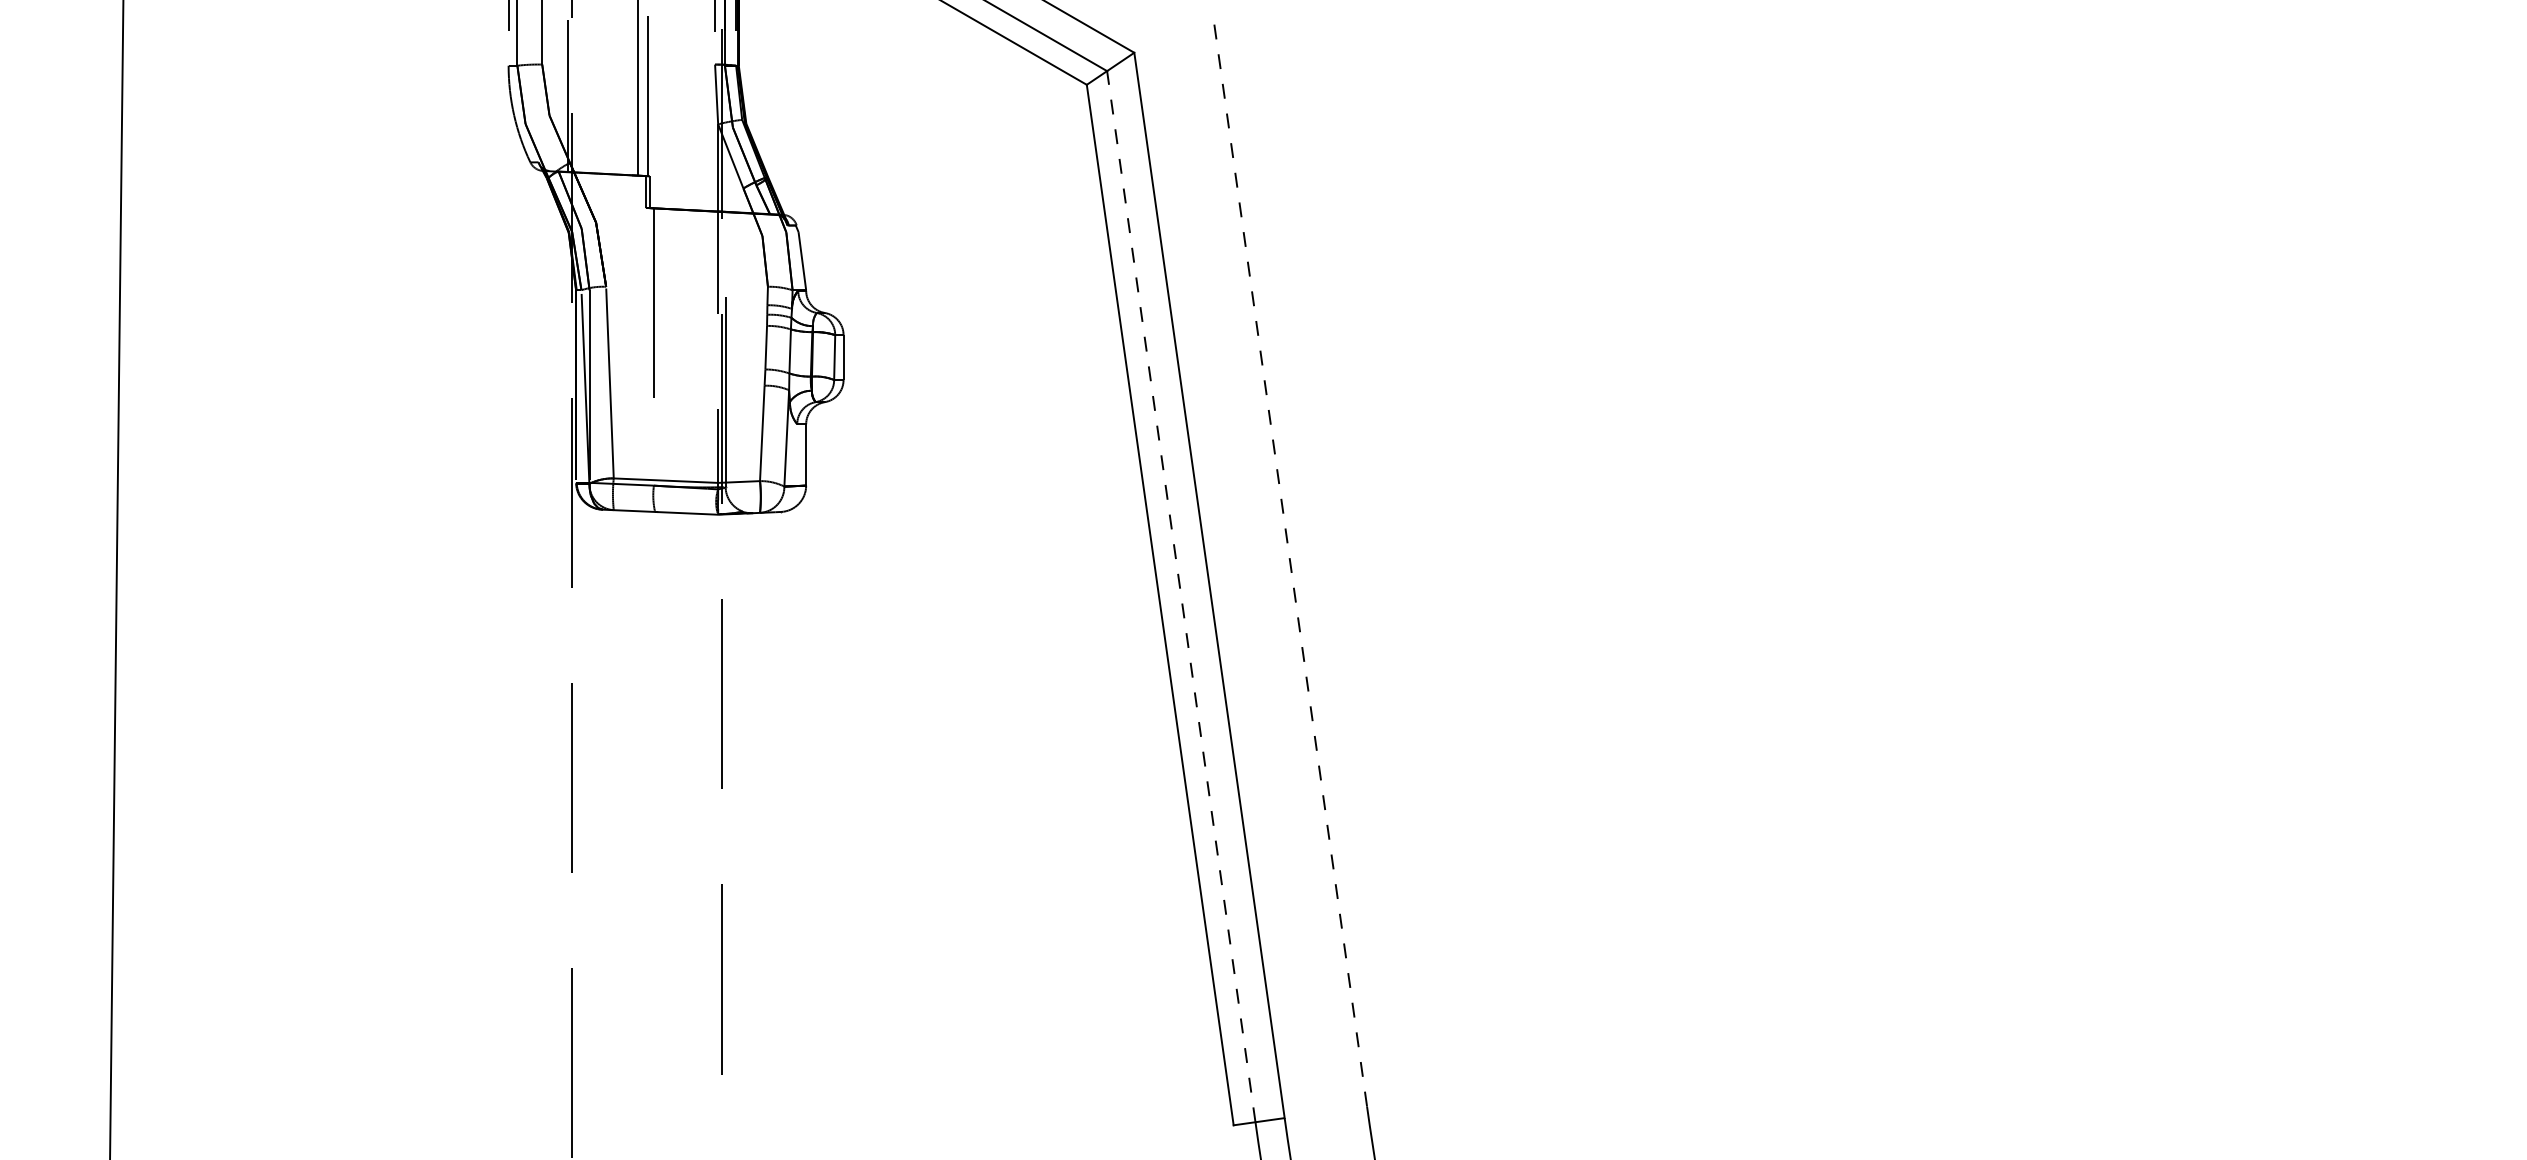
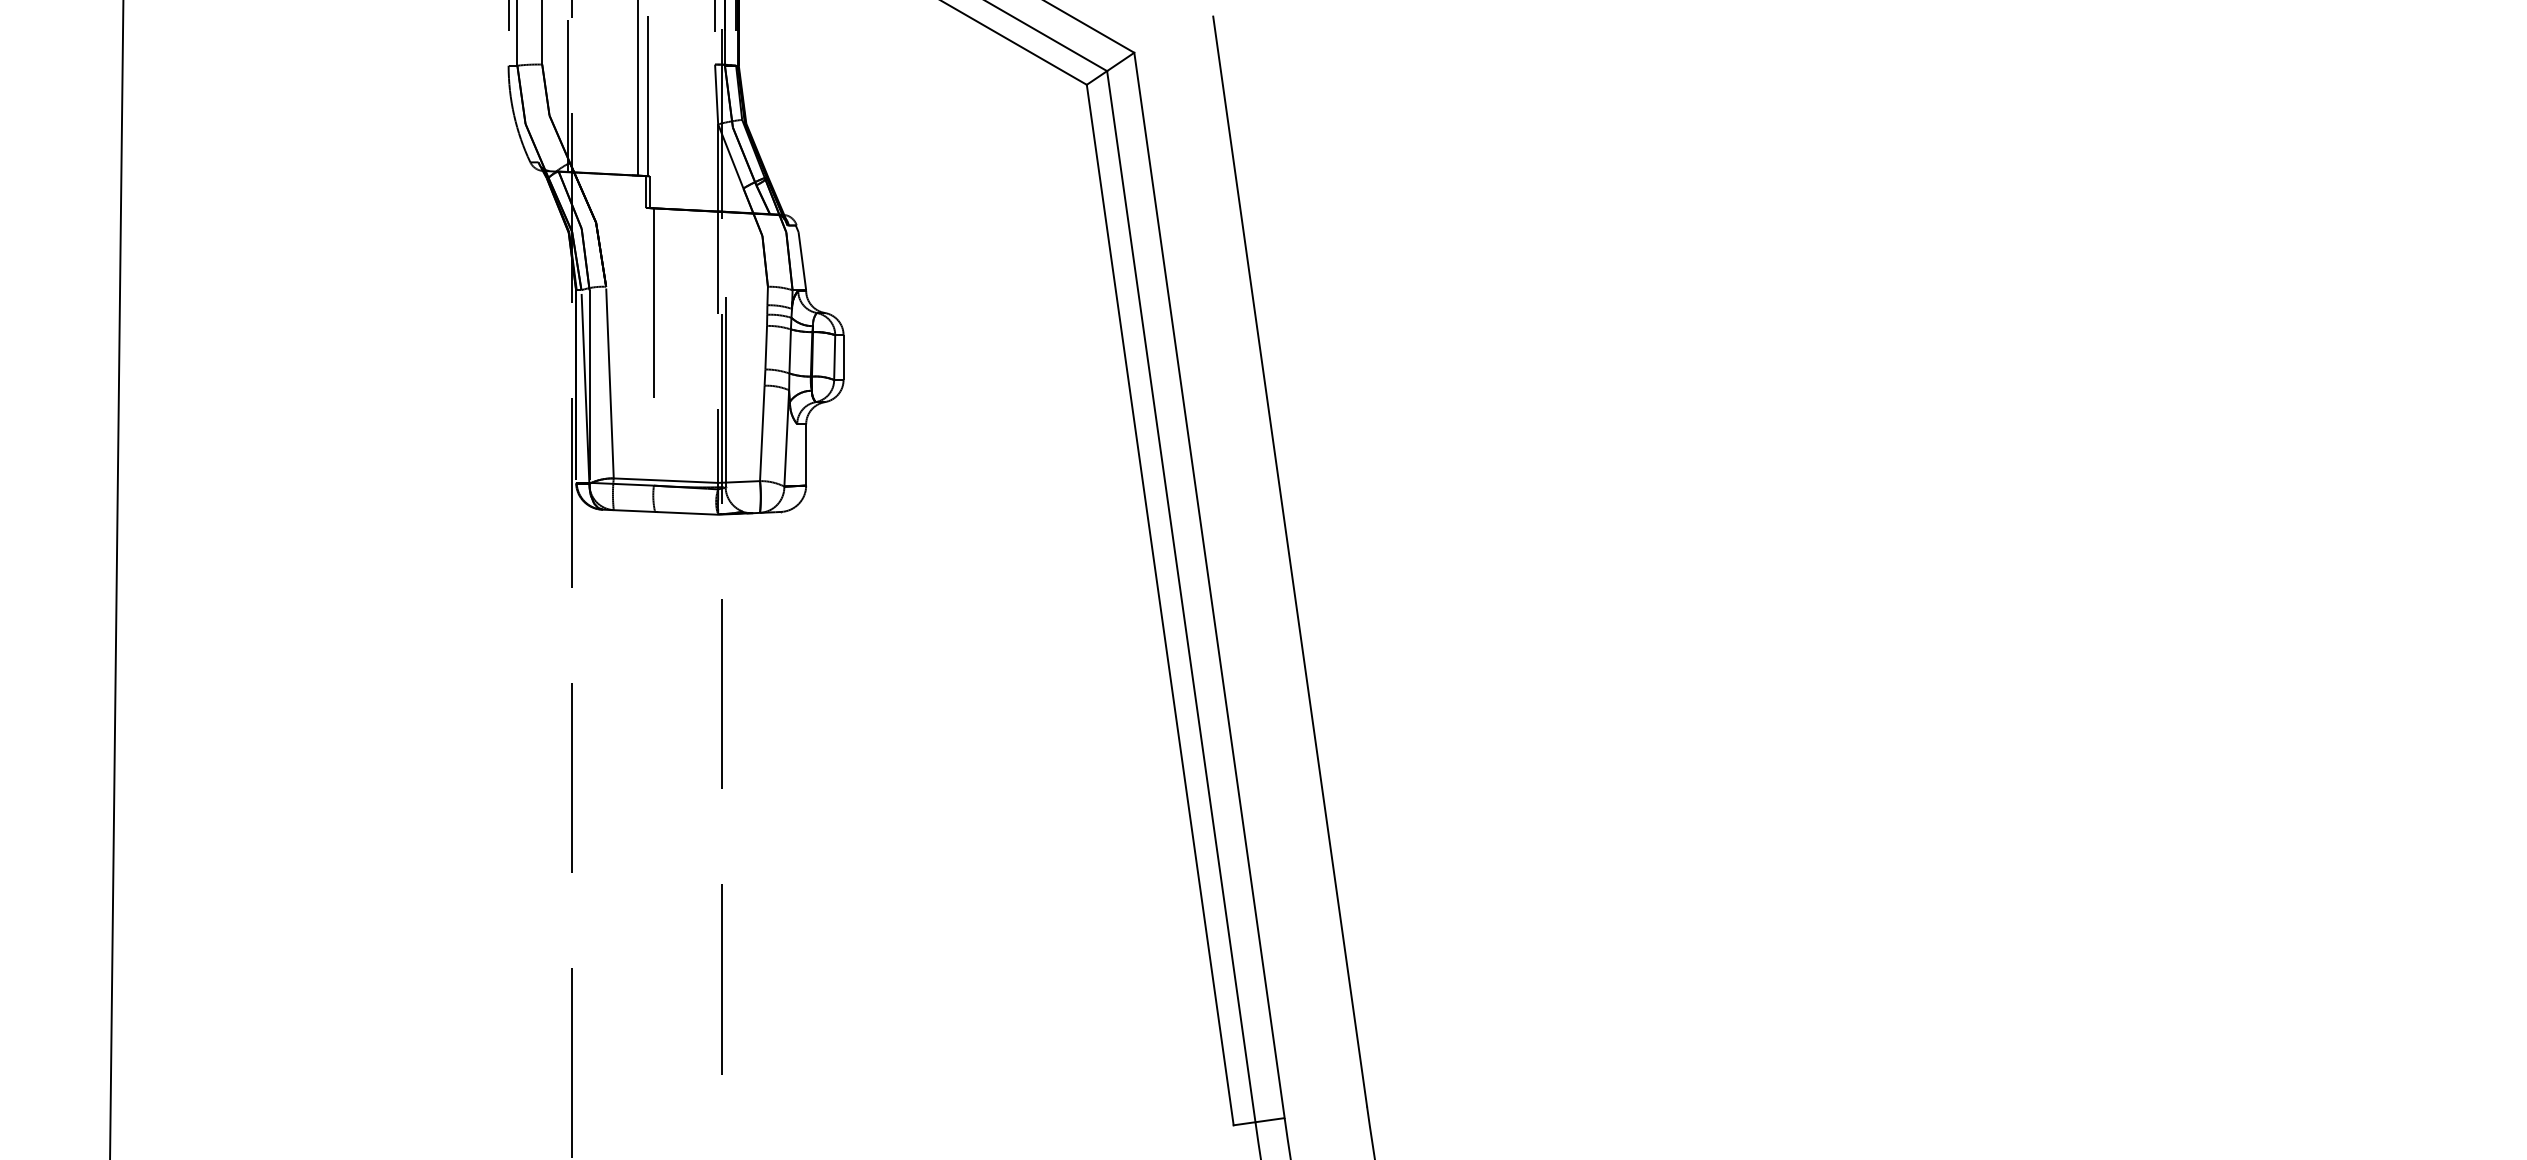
line at (1290, 561): dashed -> solid
line at (1181, 596): dashed -> solid
